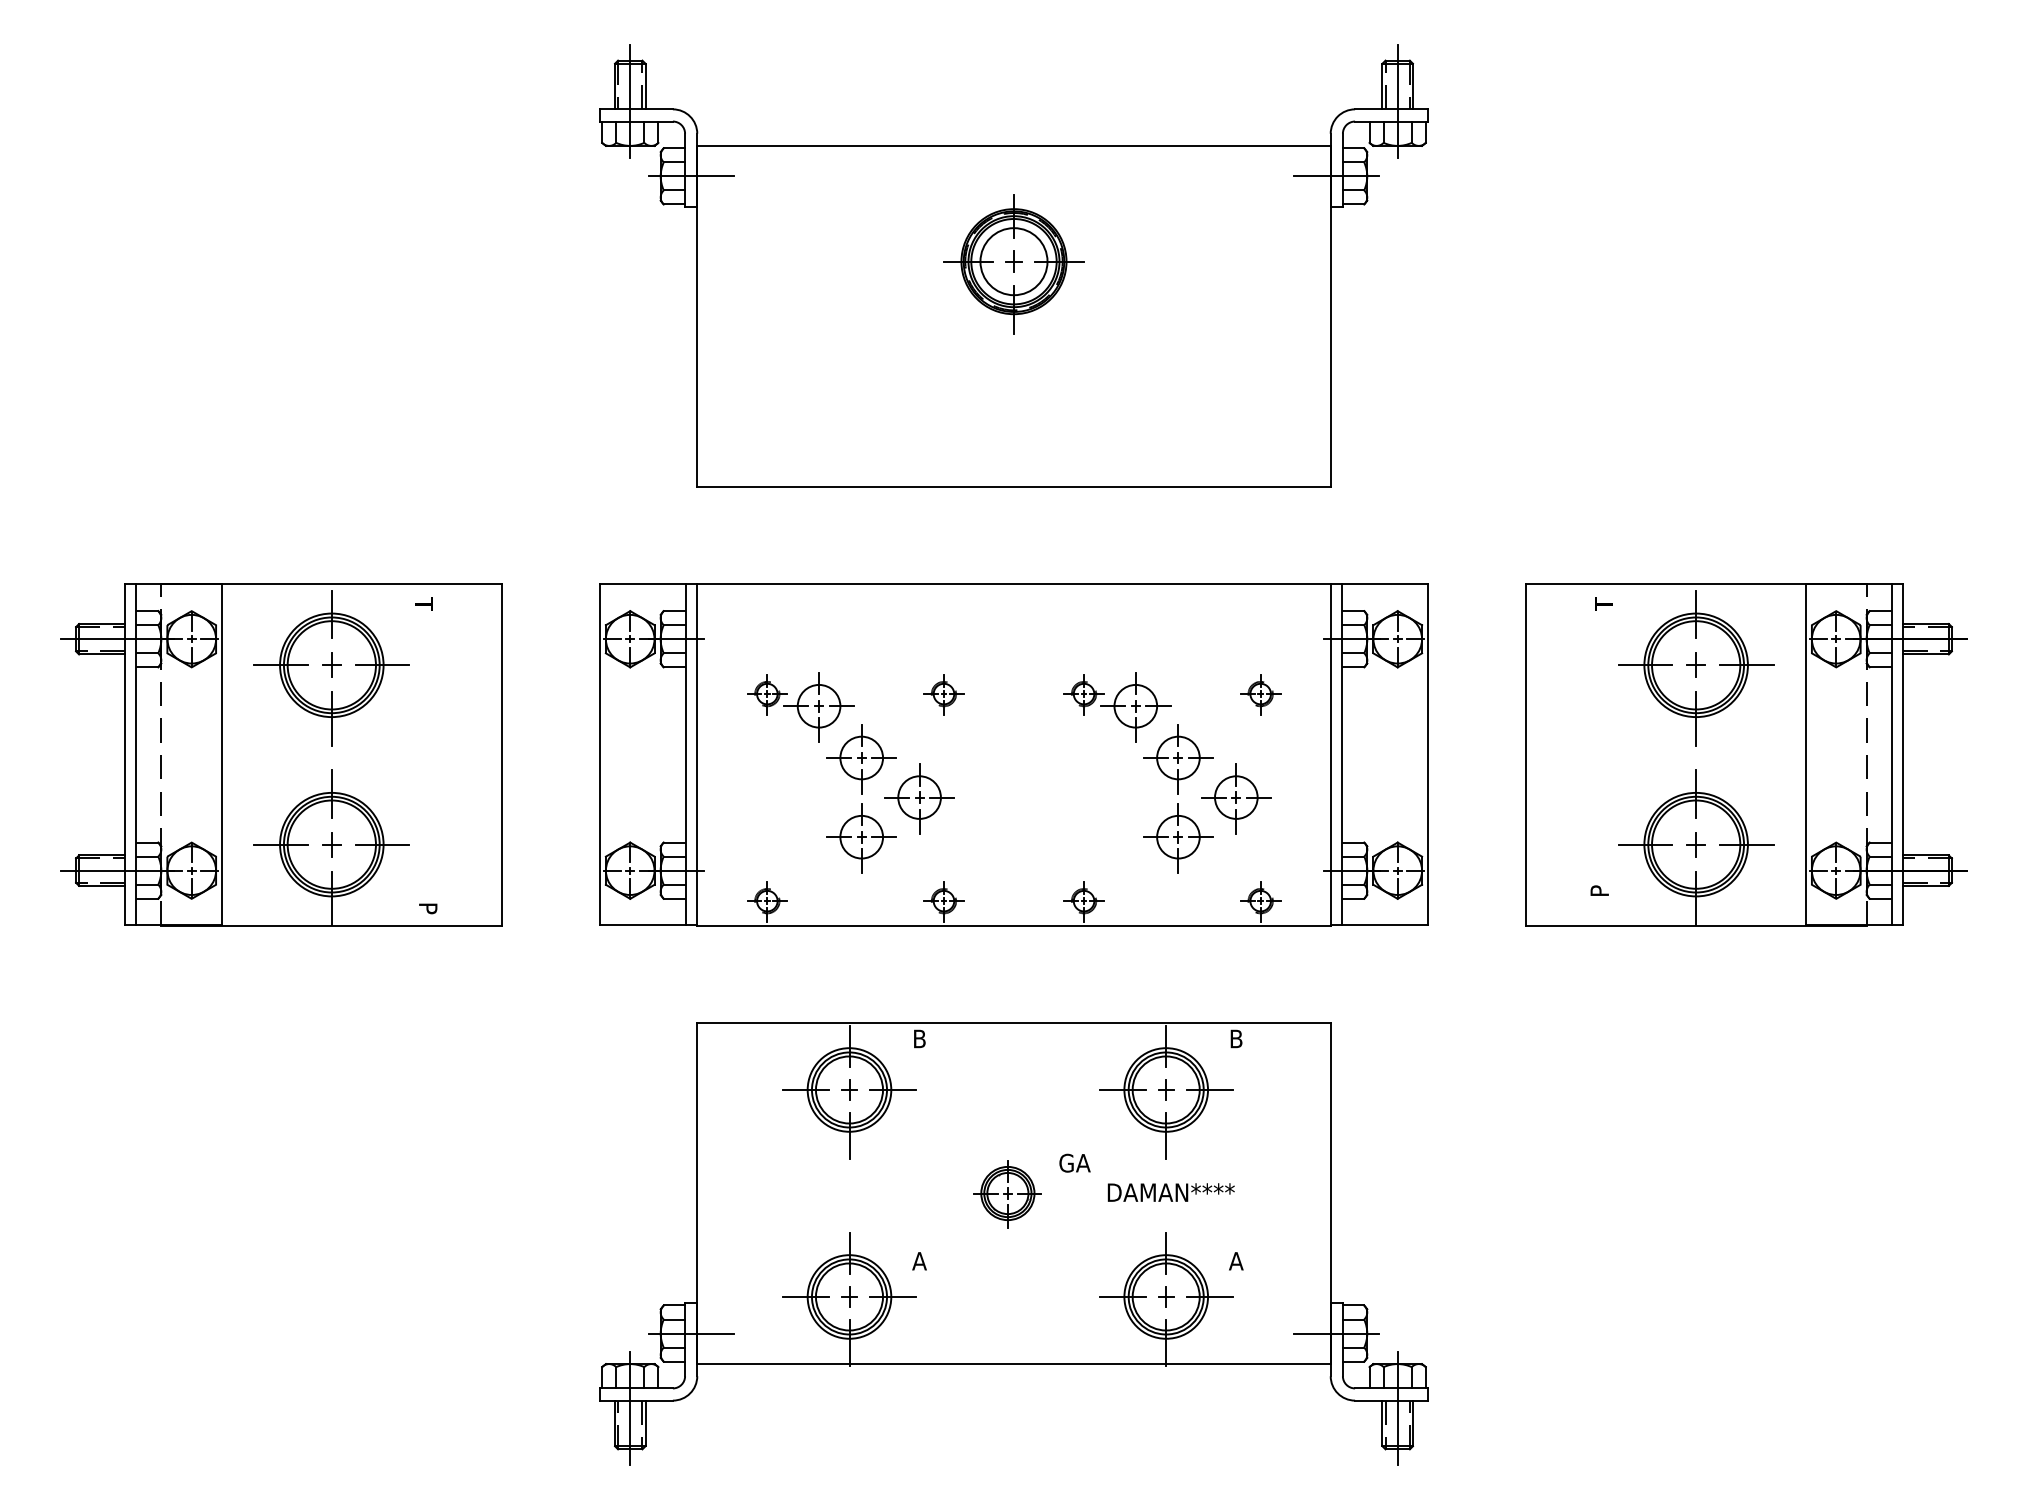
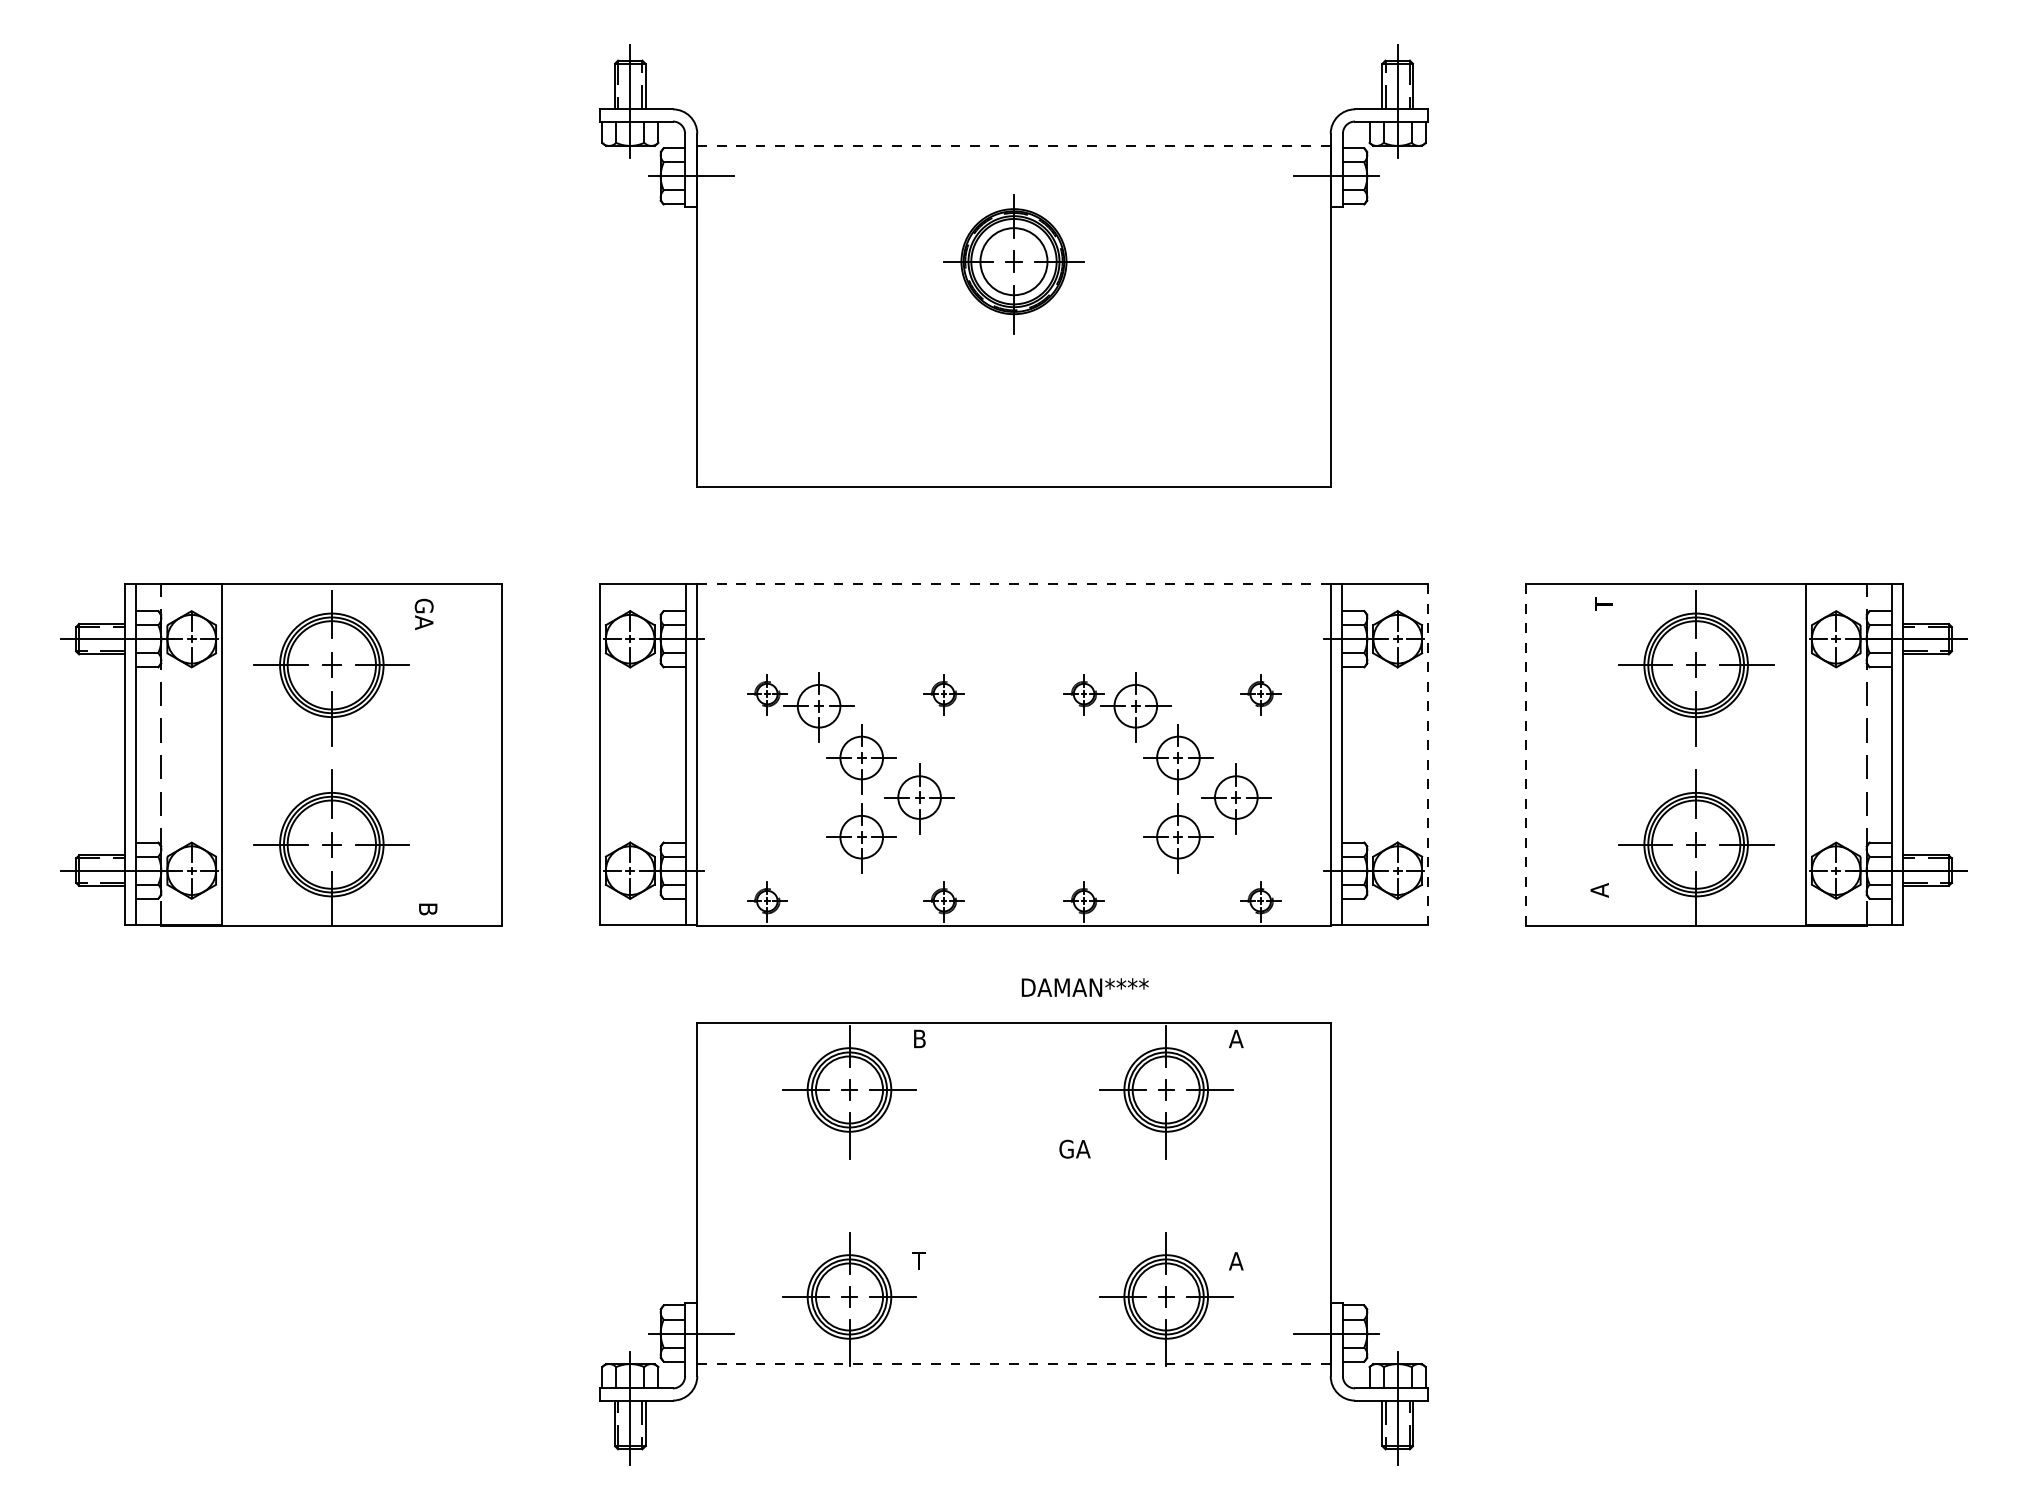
line at (1014, 145): solid -> dashed
line at (1014, 584): solid -> dashed
text at (423, 613): T -> GA
line at (1428, 754): solid -> dashed
line at (1525, 755): solid -> dashed
text at (1599, 890): P -> A
text at (428, 910): P -> B
text at (1236, 1038): B -> A
text at (1074, 1162) position: (1074, 1162) -> (1074, 1148)
text at (1170, 1192) position: (1170, 1192) -> (1084, 987)
part at (1007, 1194): present -> none
text at (919, 1261): A -> T
line at (1014, 1364): solid -> dashed
